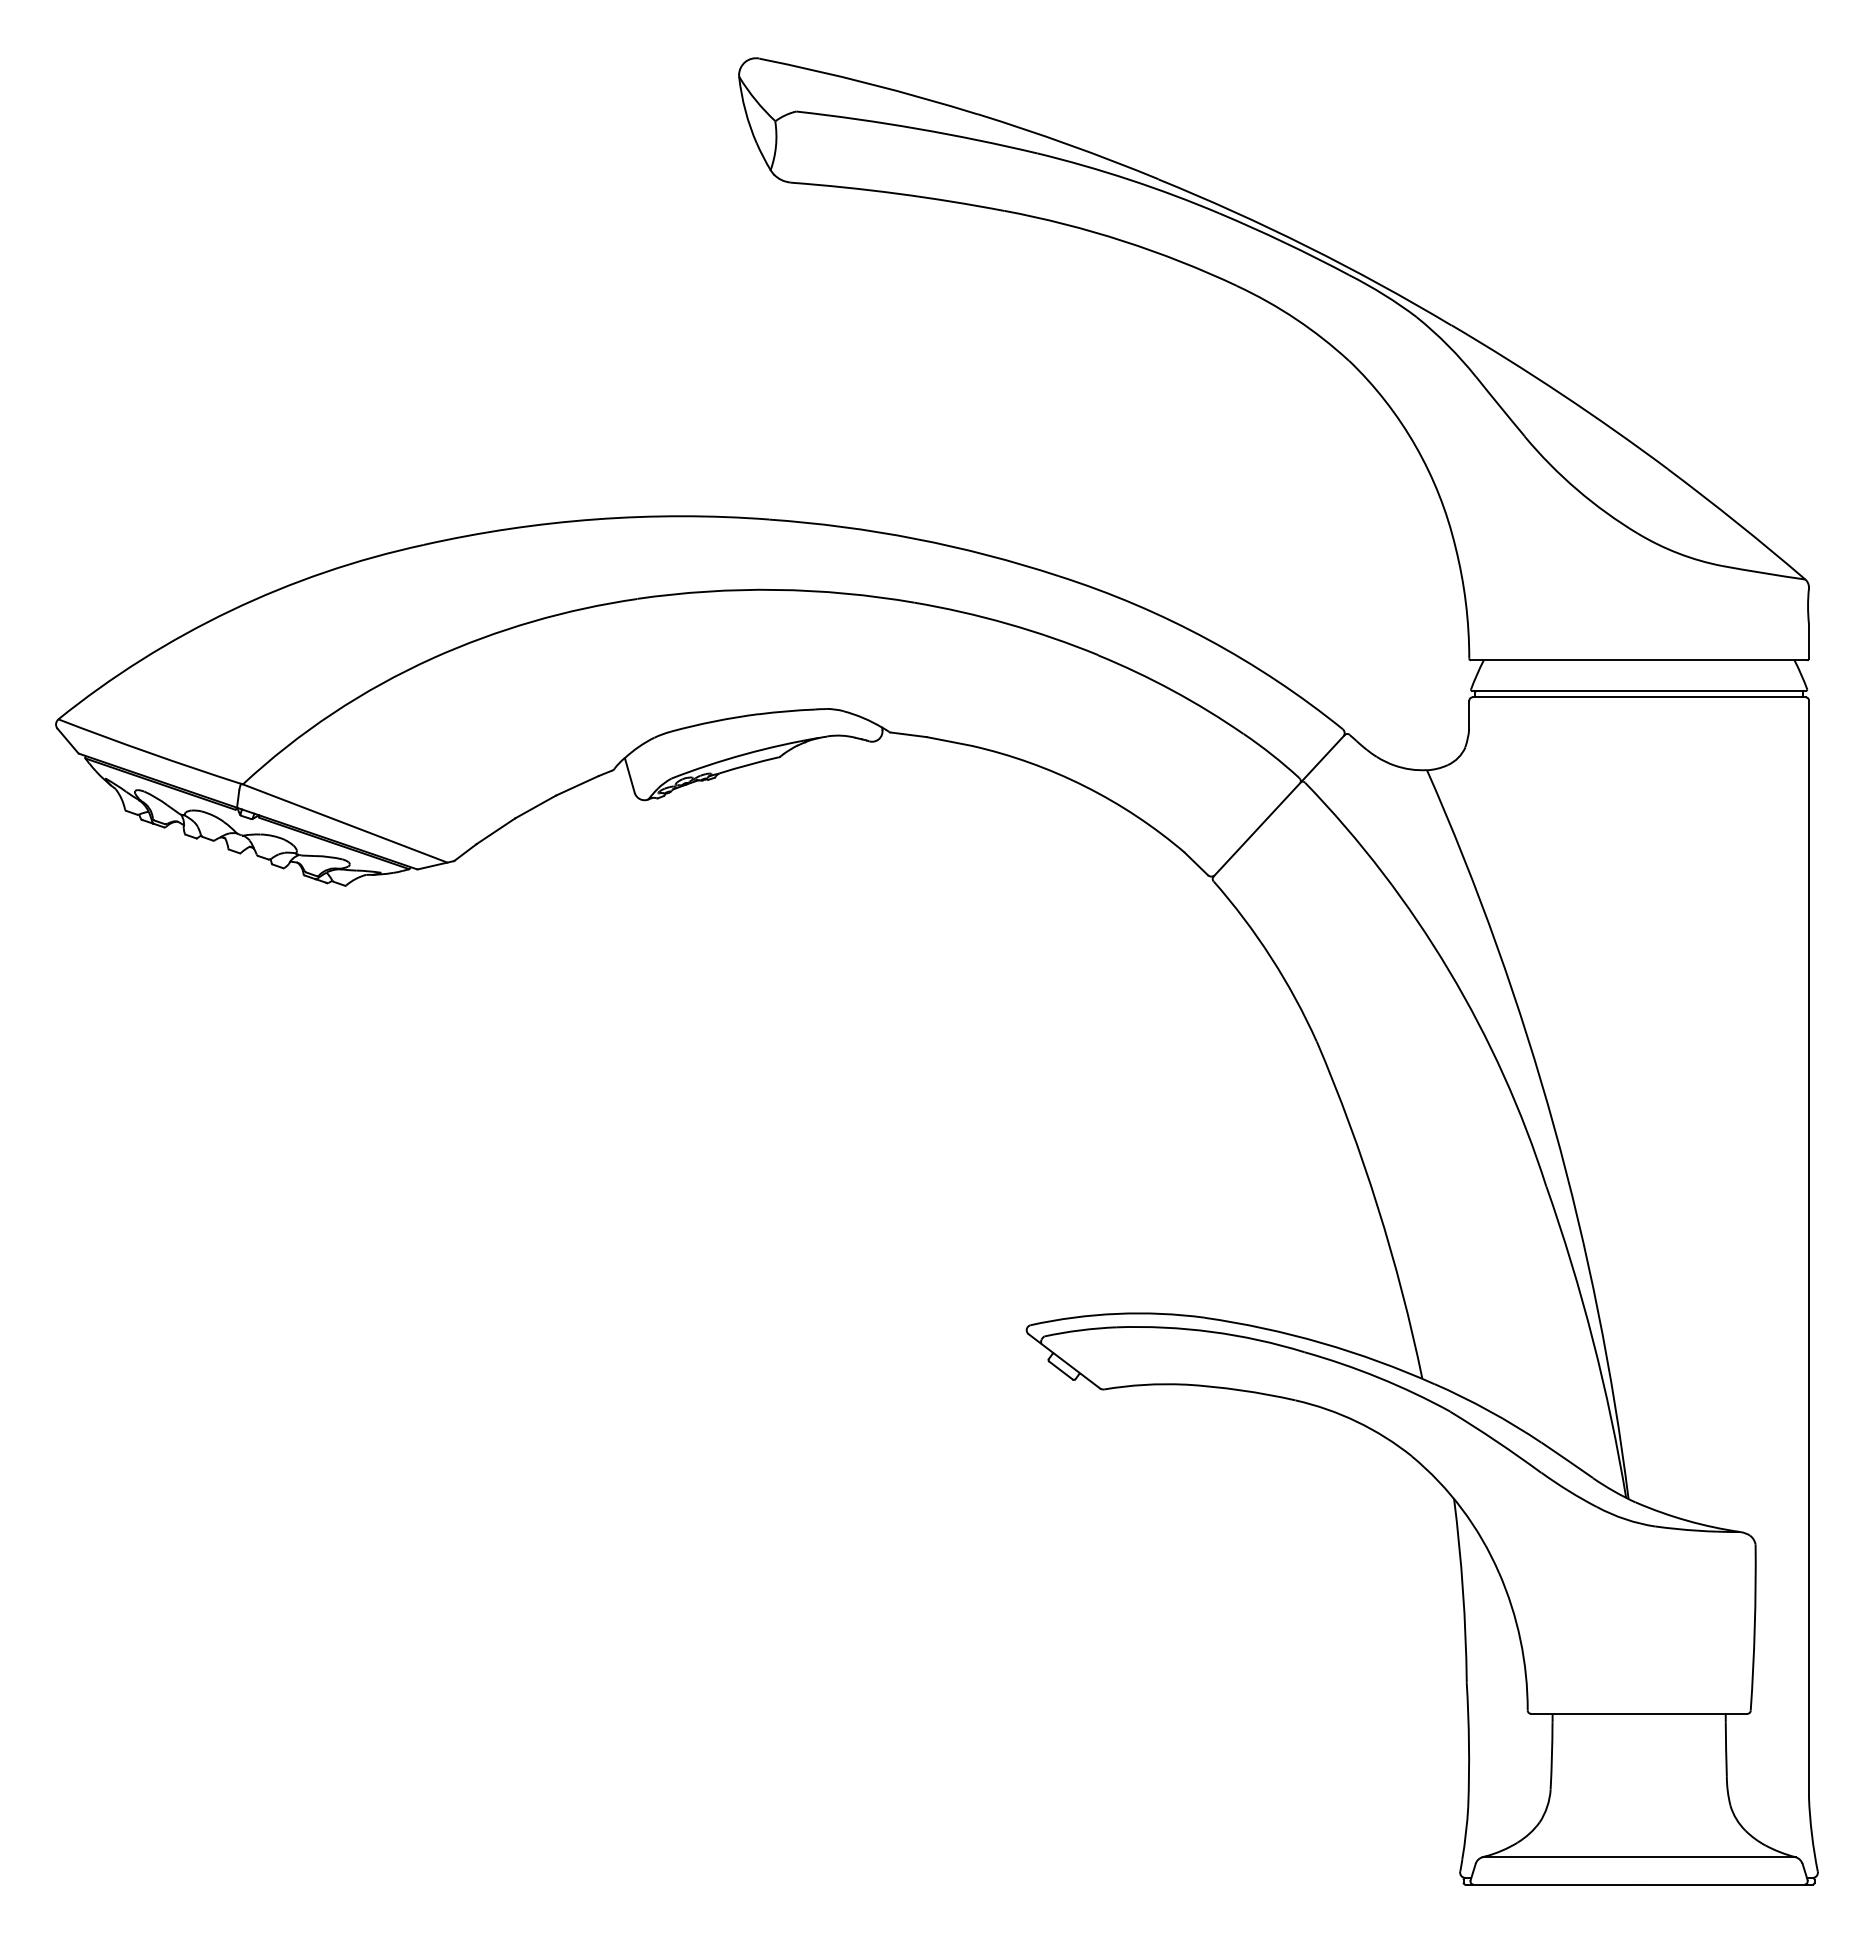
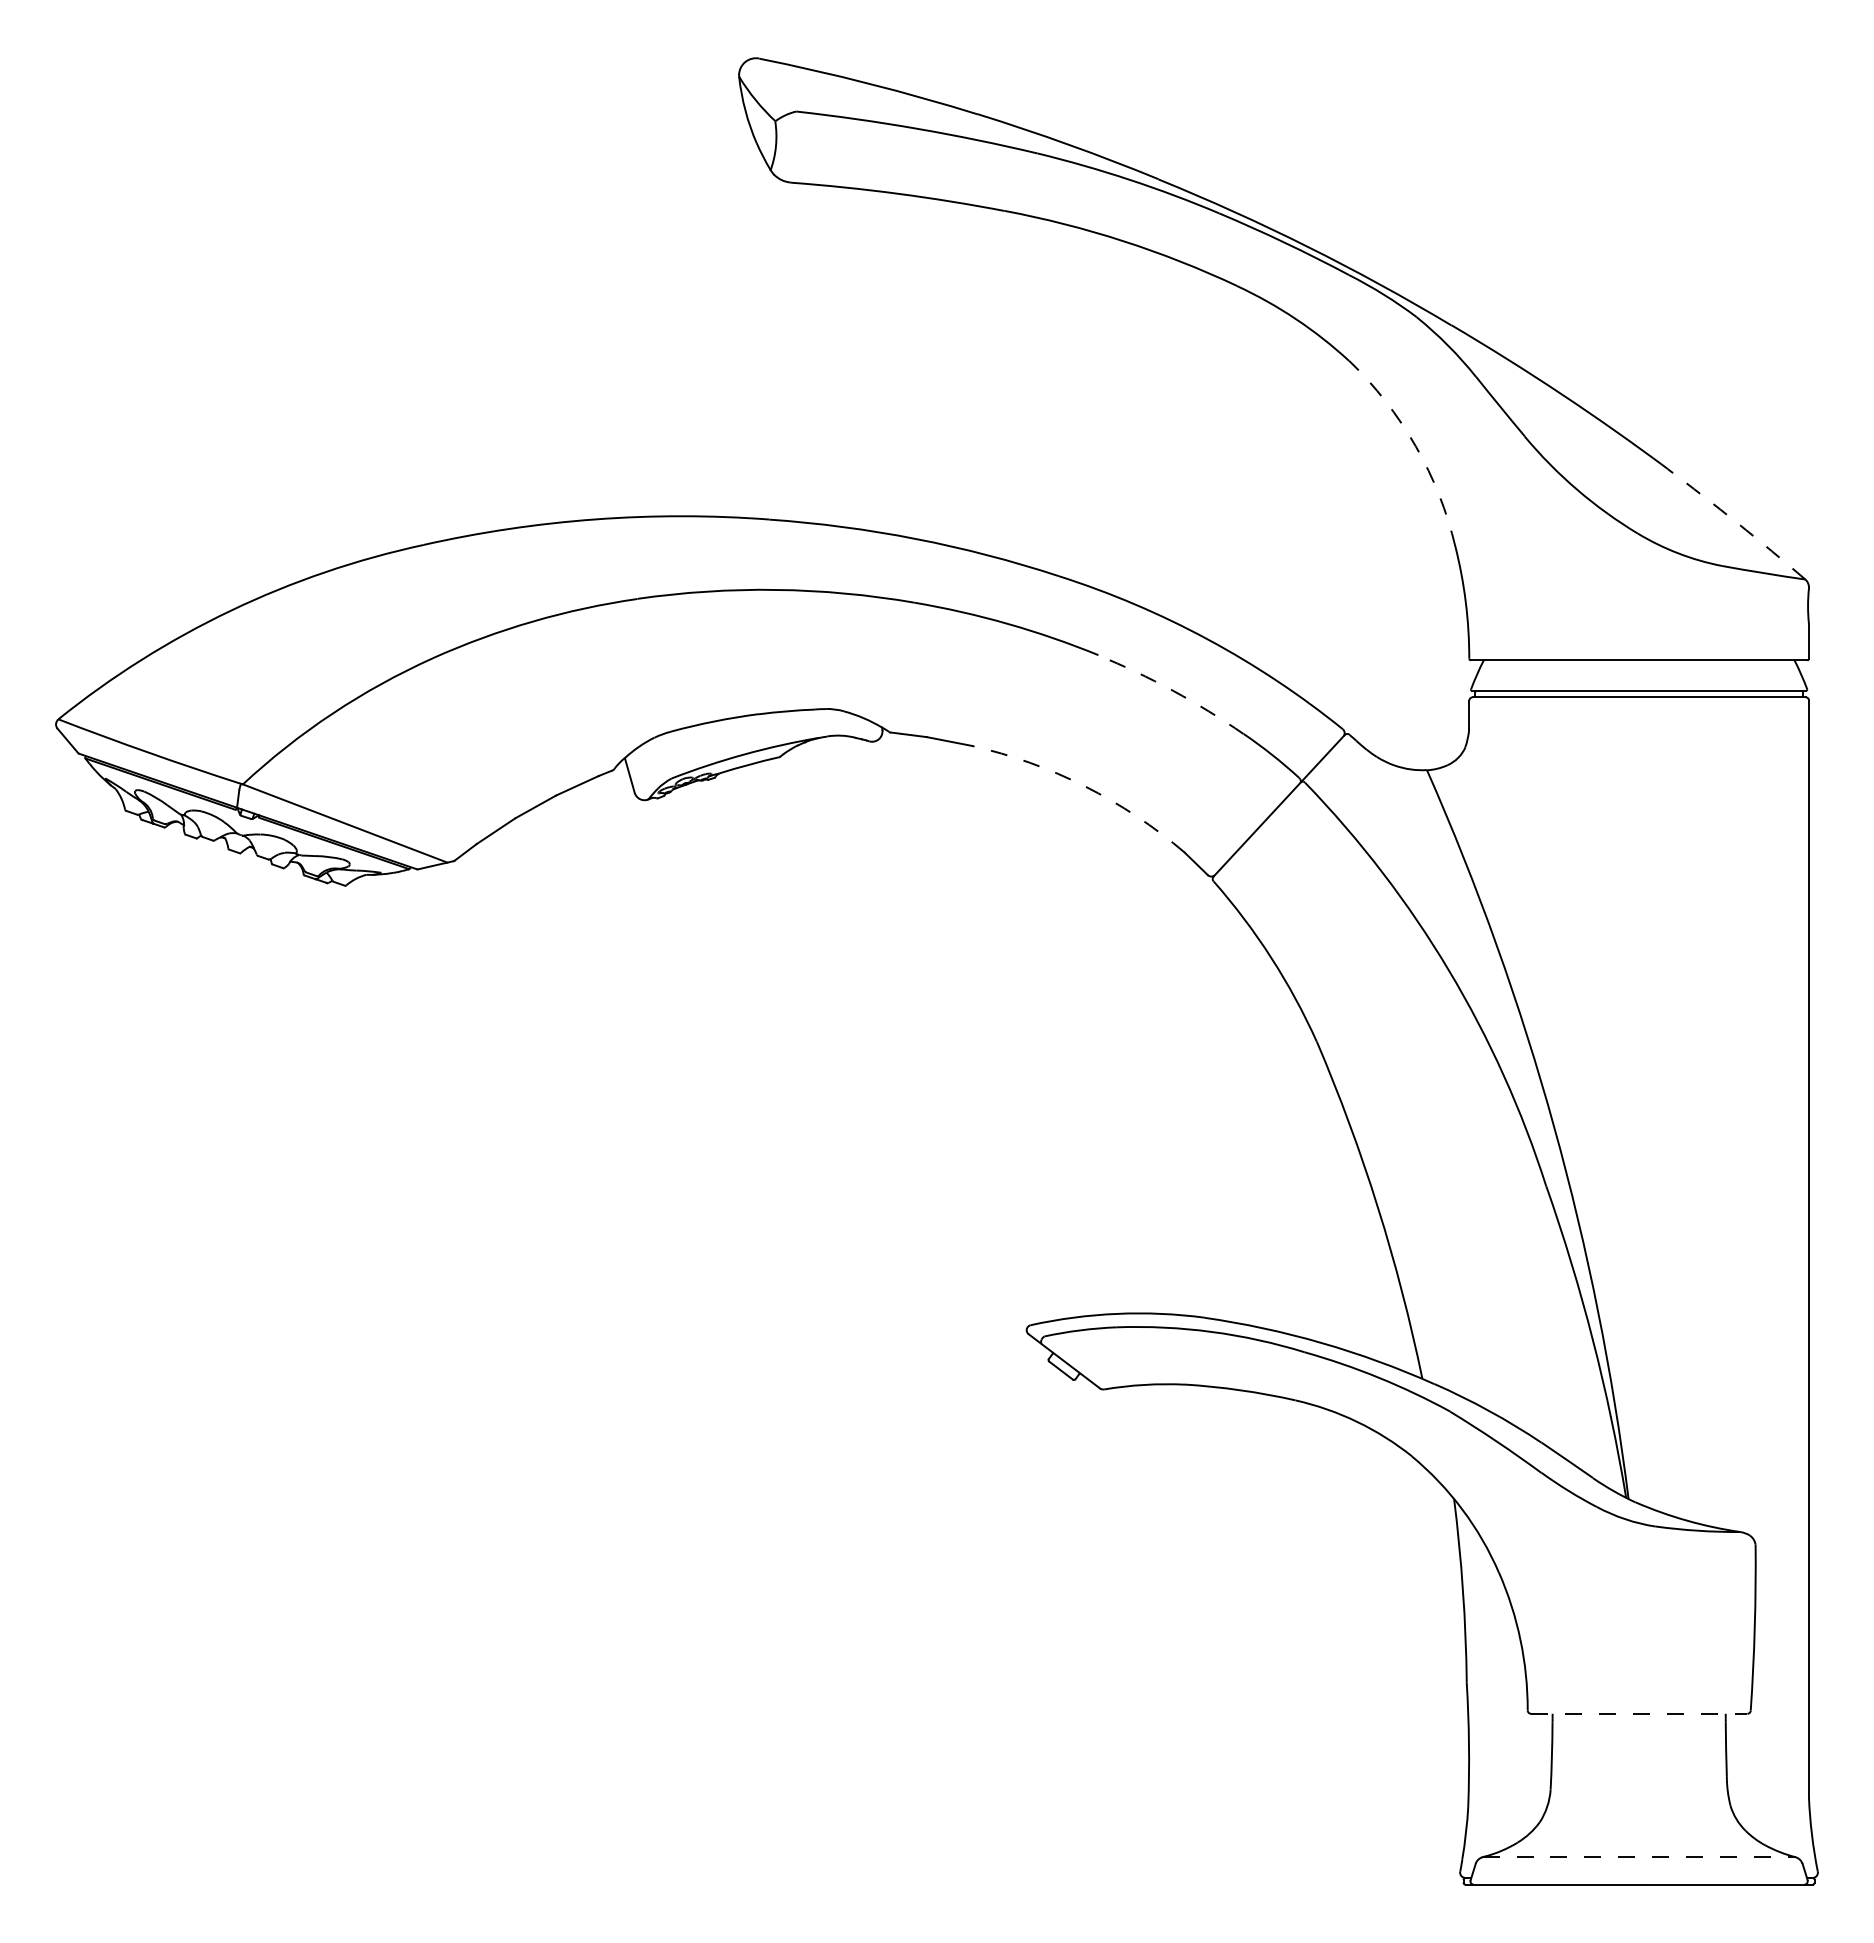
arc at (1415, 446): solid -> dashed
arc at (1737, 523): solid -> dashed
arc at (1172, 690): solid -> dashed
arc at (1085, 786): solid -> dashed
line at (1639, 1713): solid -> dashed
line at (1639, 1857): solid -> dashed
